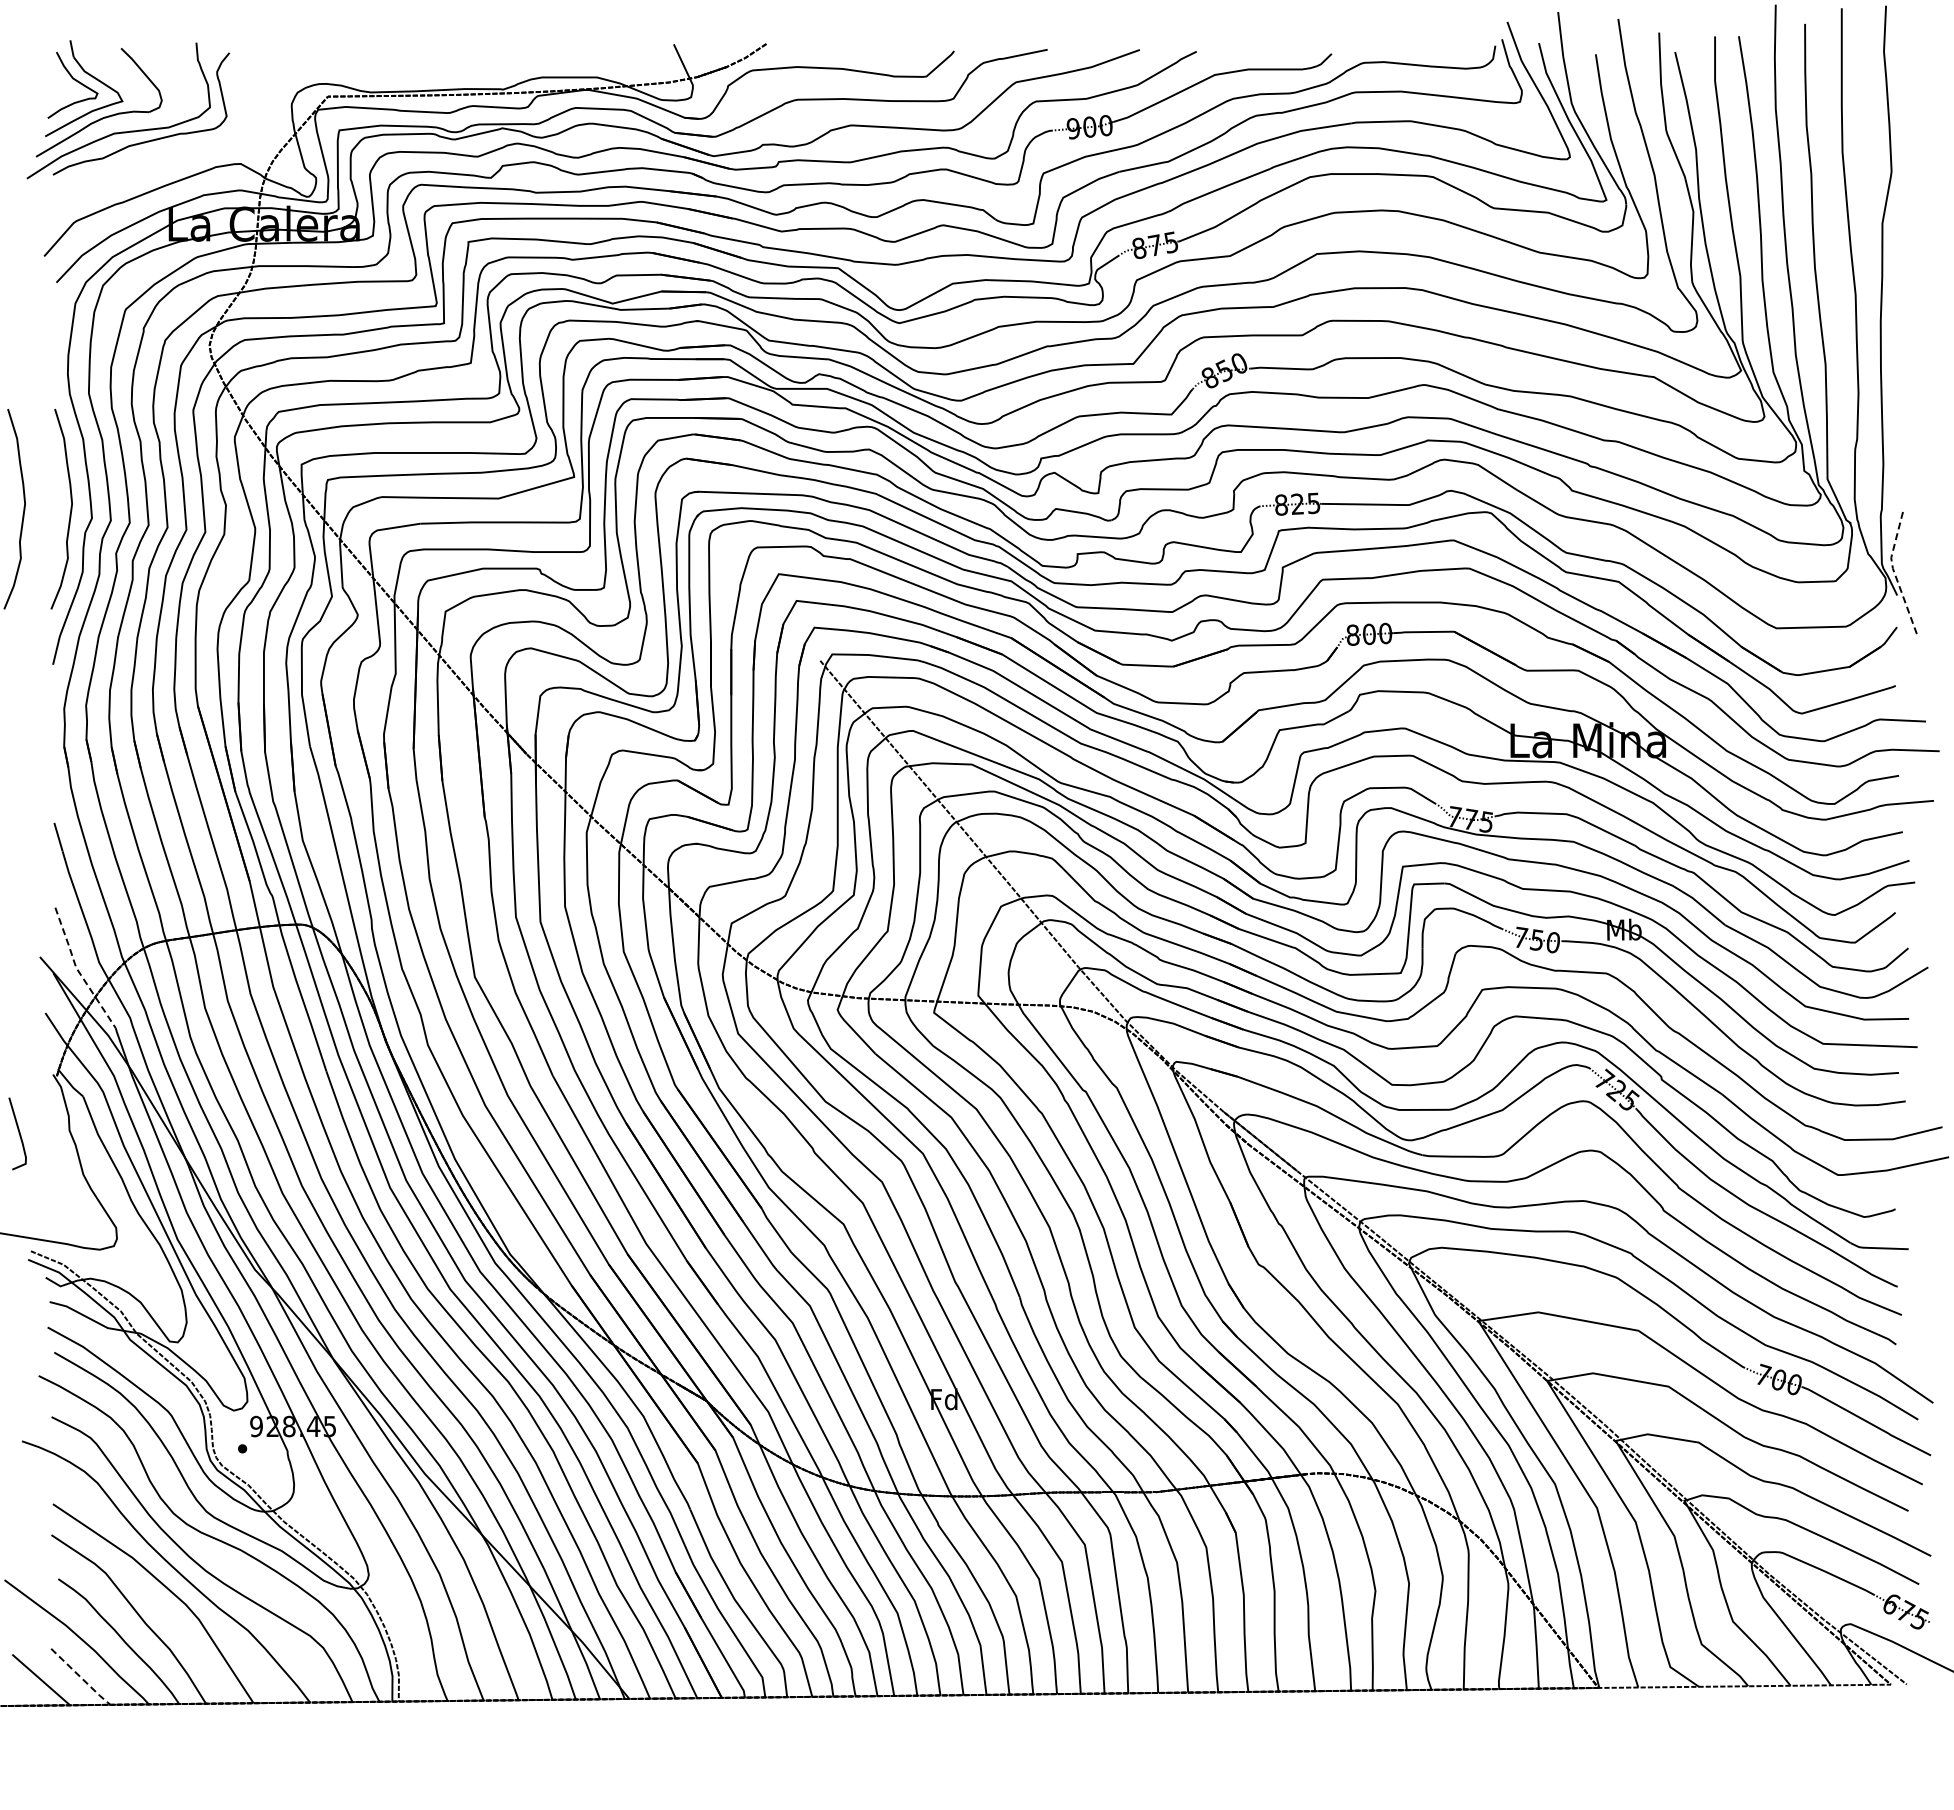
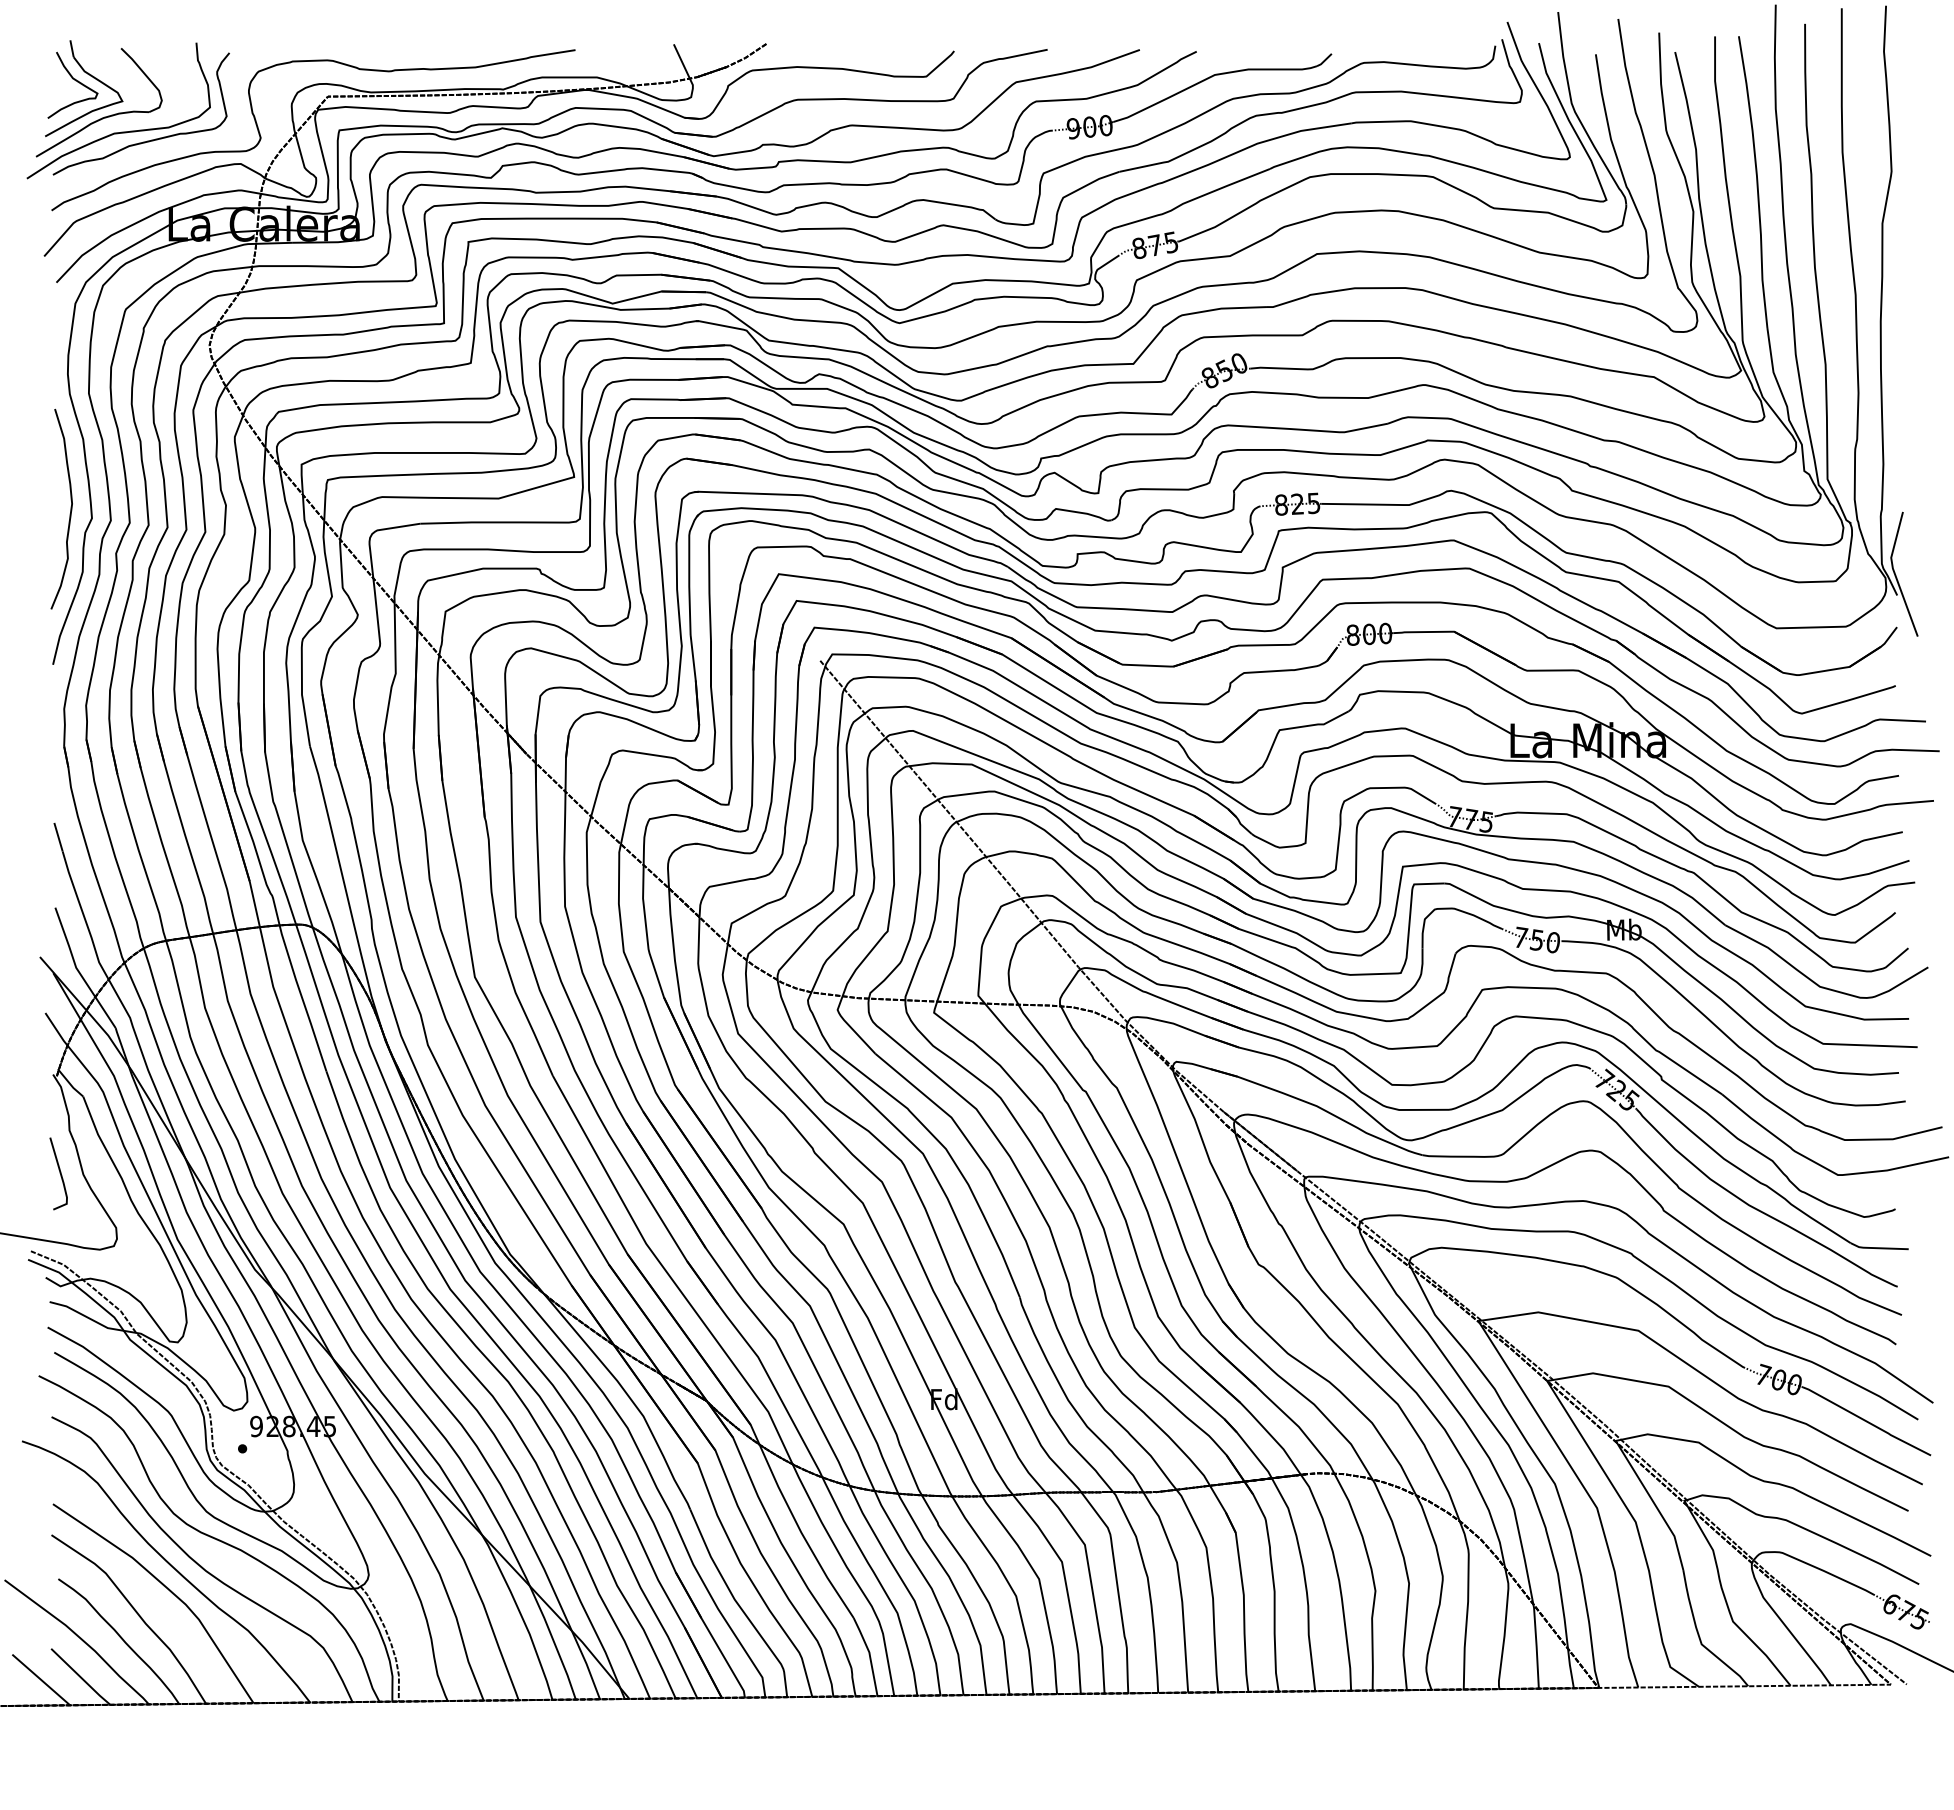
curve at (261, 136): none -> present
curve at (23, 508): present -> none
line at (1894, 574): dashed -> solid
line at (78, 971): dashed -> solid
line at (18, 1133) position: (18, 1133) -> (59, 1173)
line at (81, 1677): dashed -> solid
